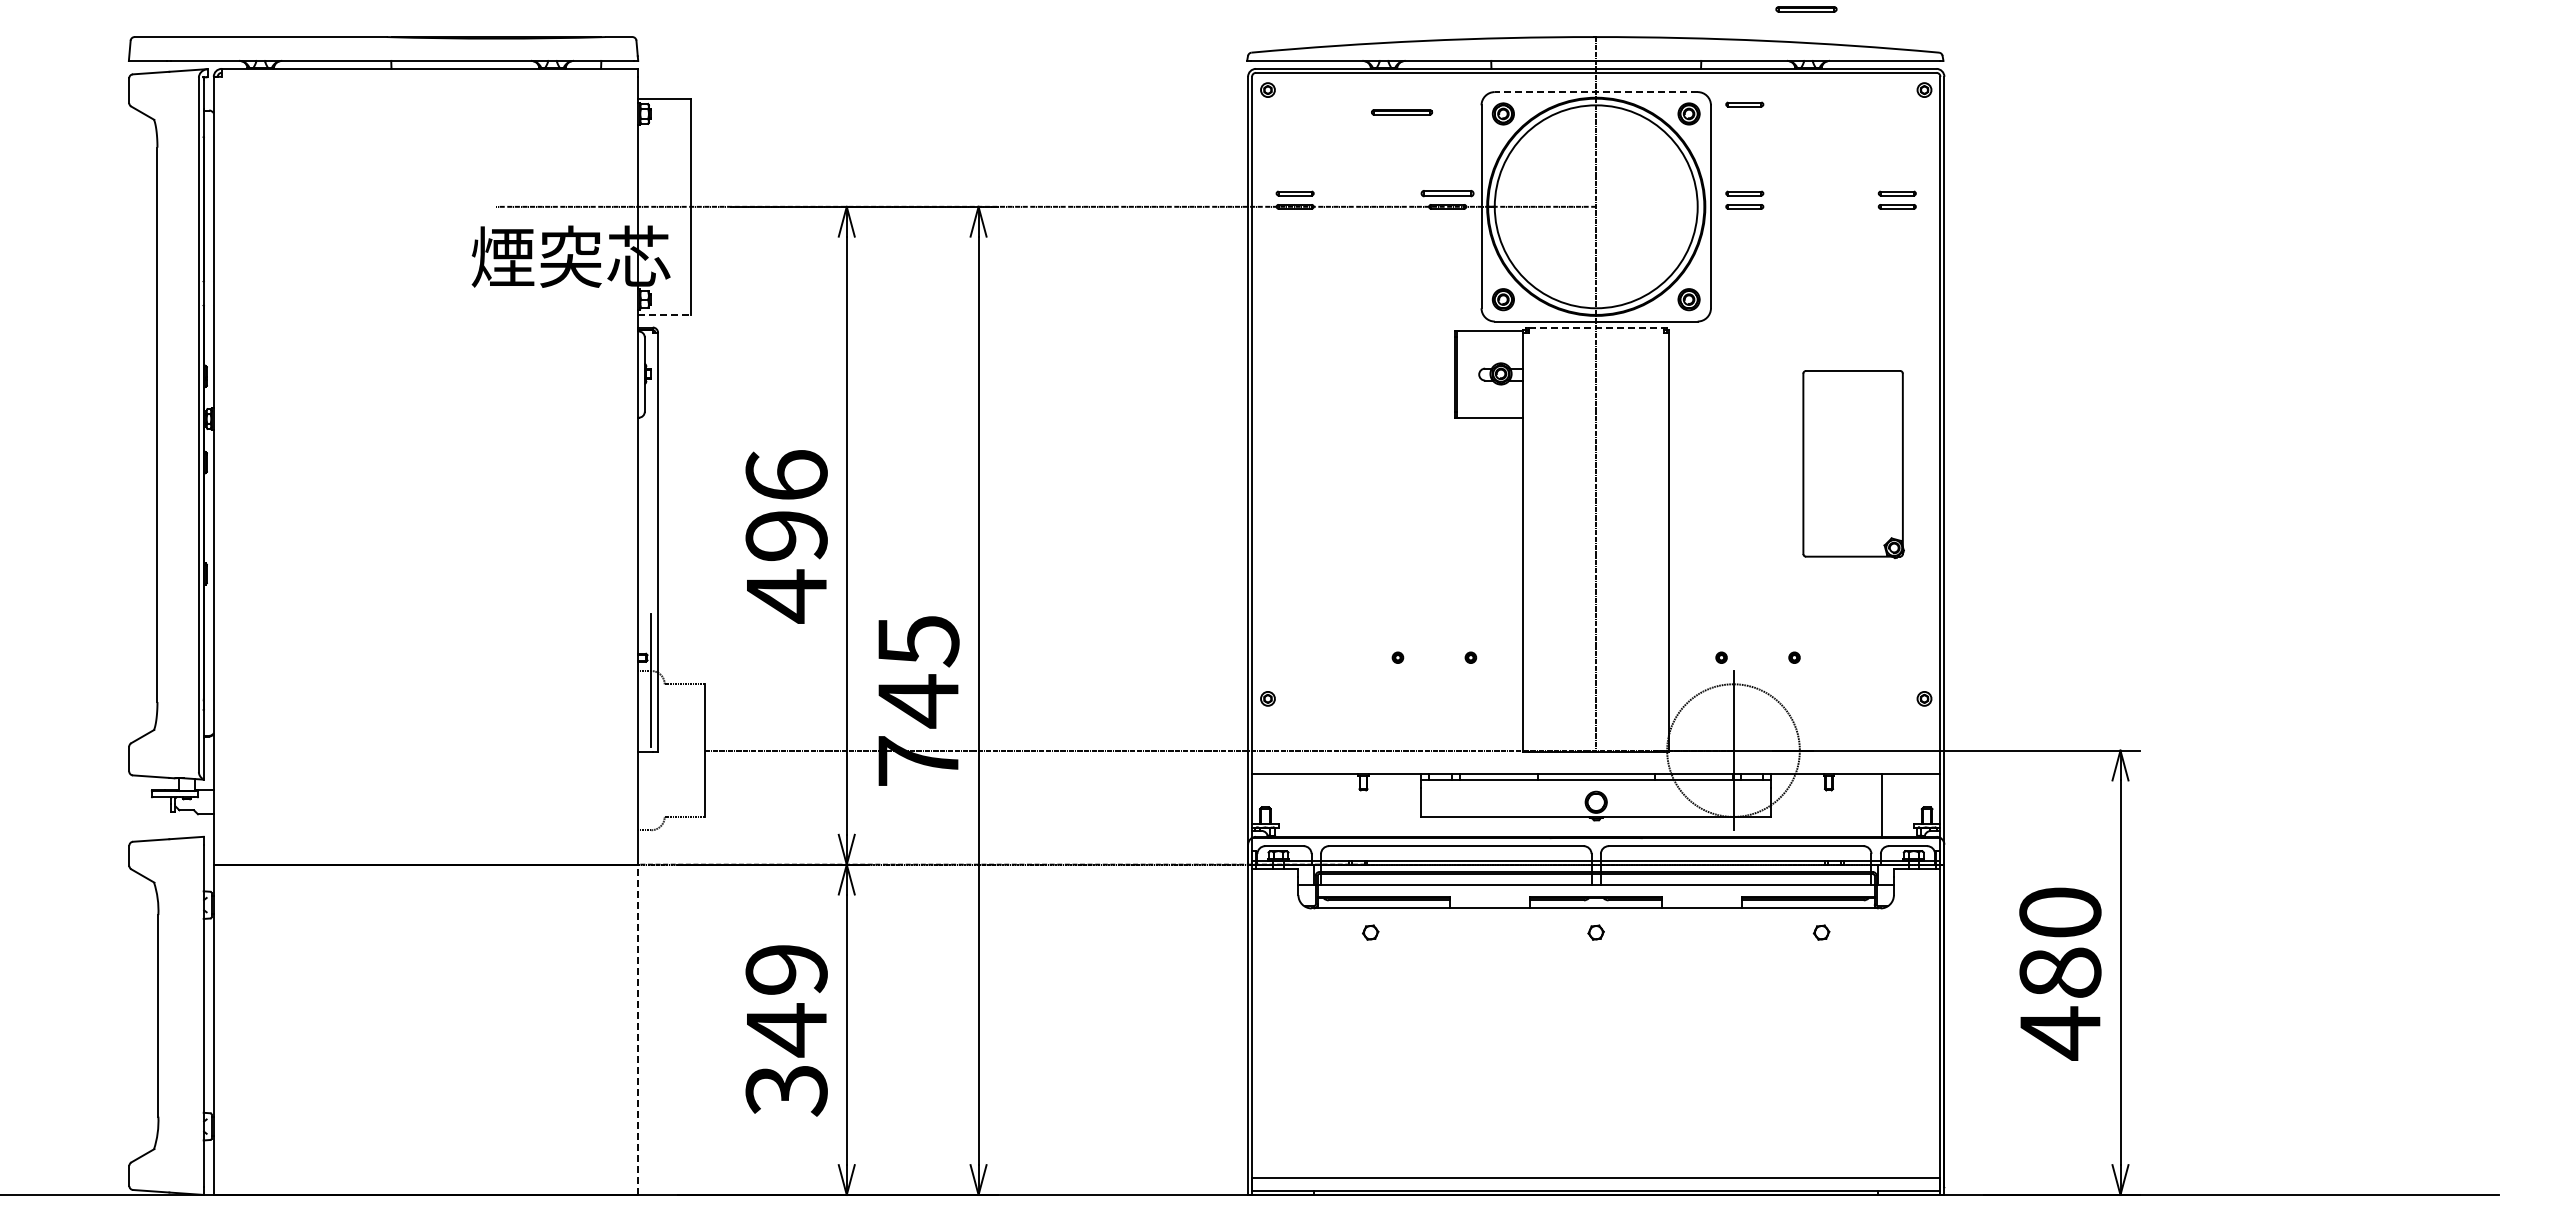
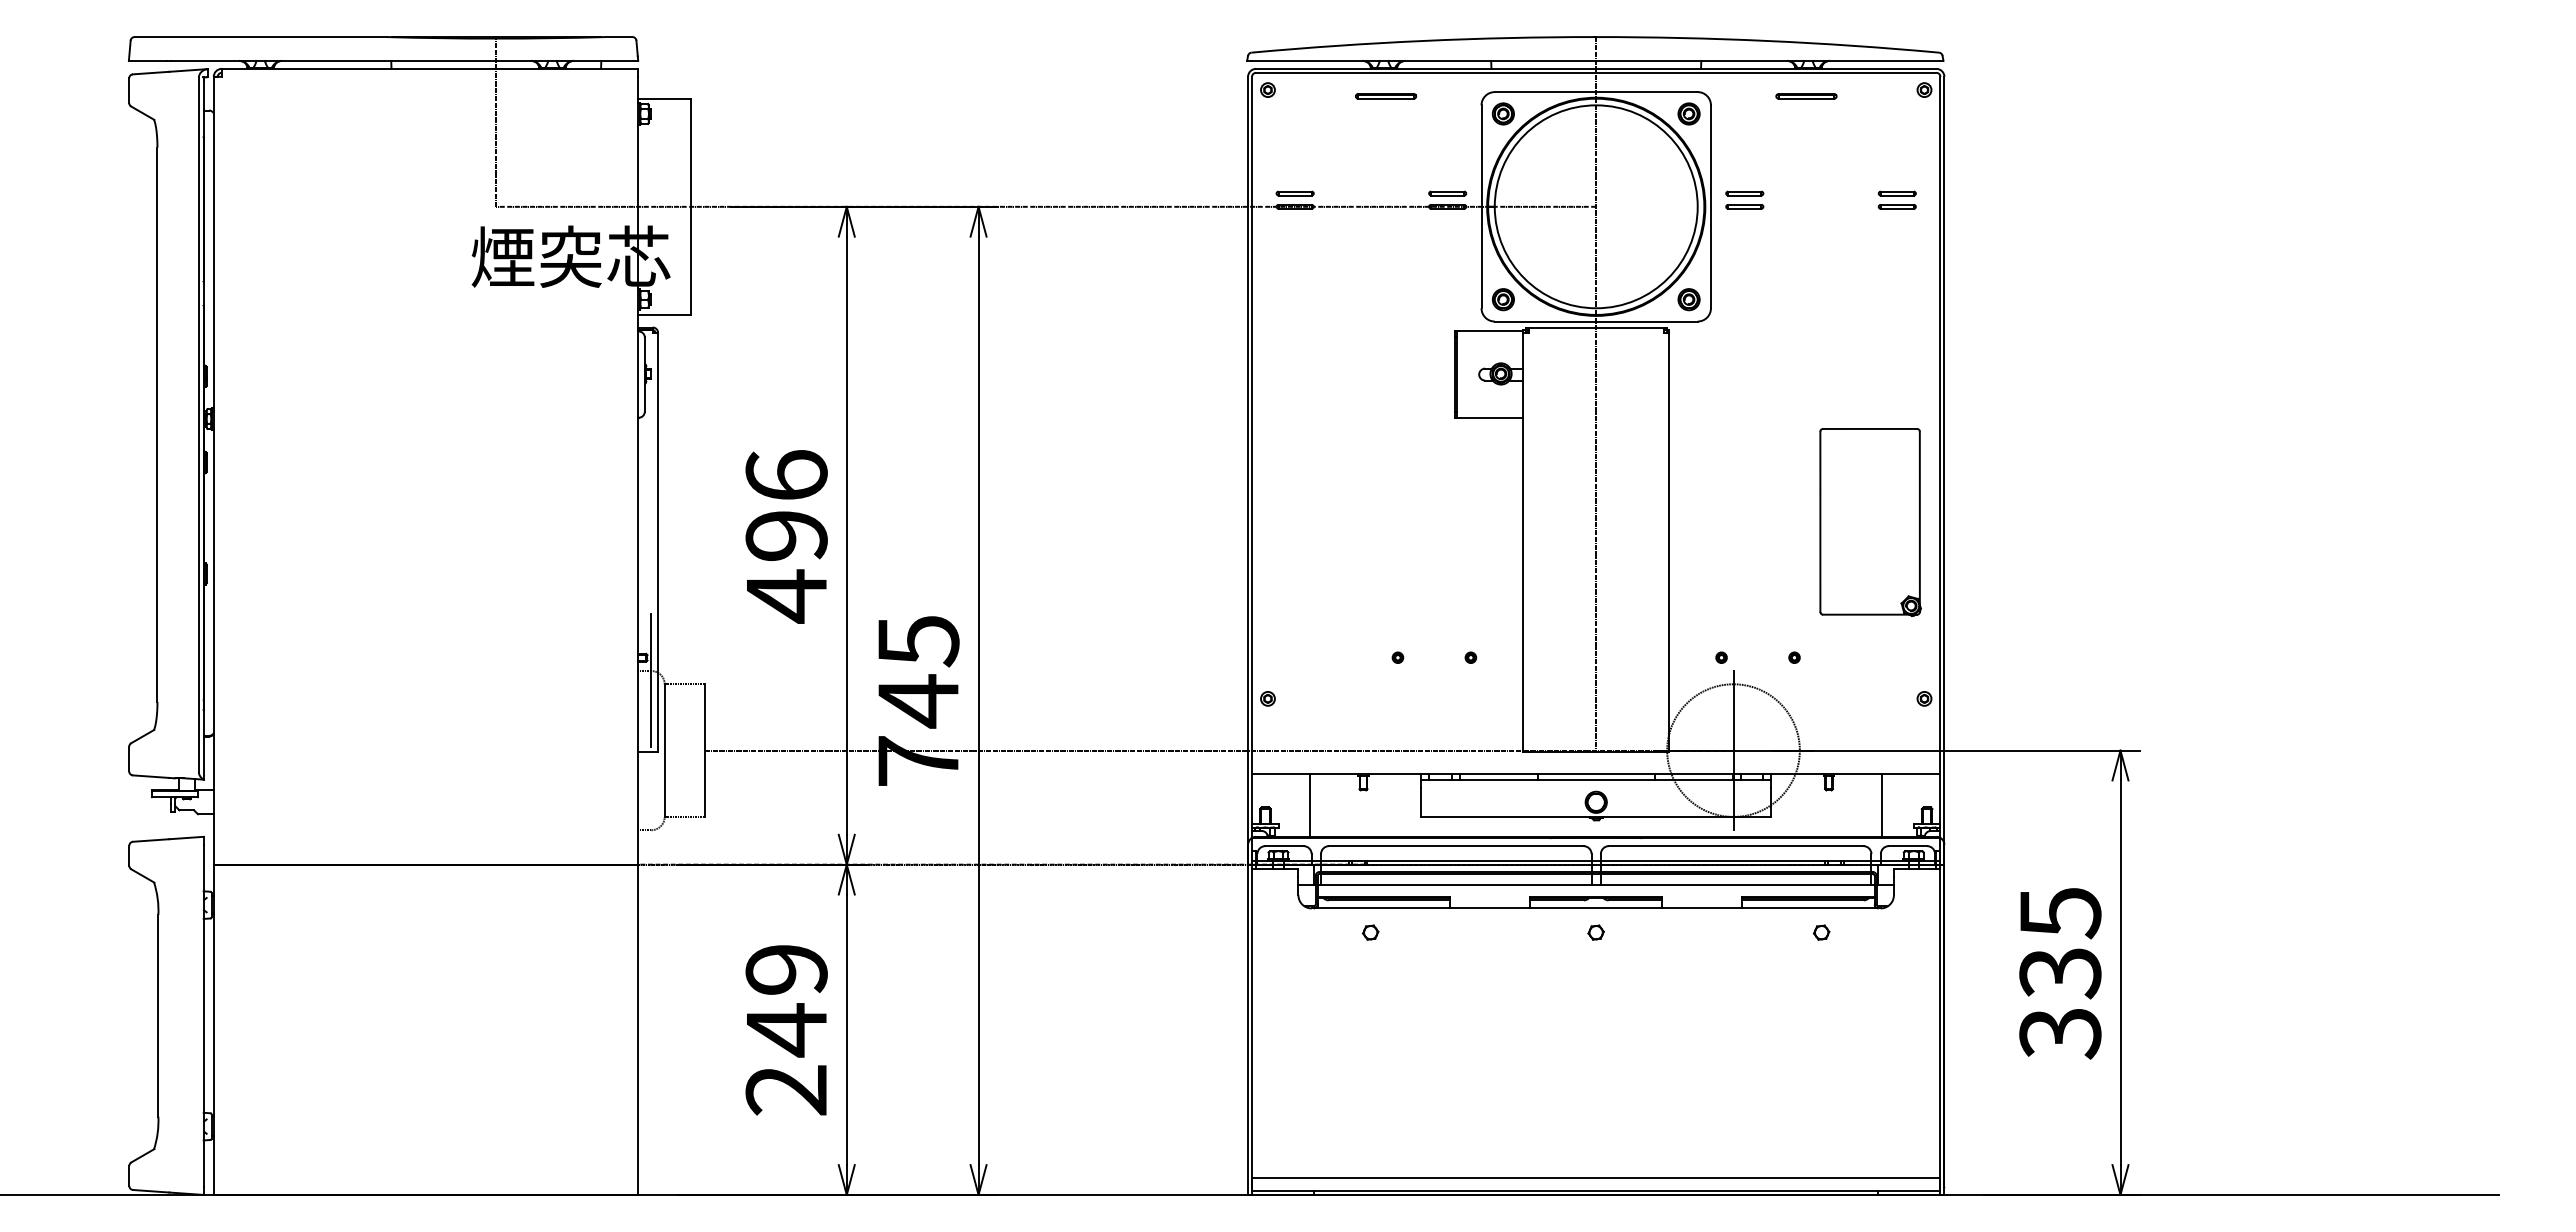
part at (1806, 9) position: (1806, 9) -> (1806, 96)
line at (1595, 92): dashed -> solid
part at (1744, 104): present -> none
part at (1402, 112) position: (1402, 112) -> (1386, 96)
line at (496, 121): none -> present
part at (1447, 193) size: 55x8 px -> 40x7 px
line at (664, 314): dashed -> solid
line at (1596, 327): dashed -> solid
part at (1853, 464) position: (1853, 464) -> (1870, 522)
line at (664, 750): none -> present
line at (1310, 806): none -> present
text at (2060, 973): 480 -> 335
line at (638, 1029): dashed -> solid
text at (786, 1090): 349 -> 249
